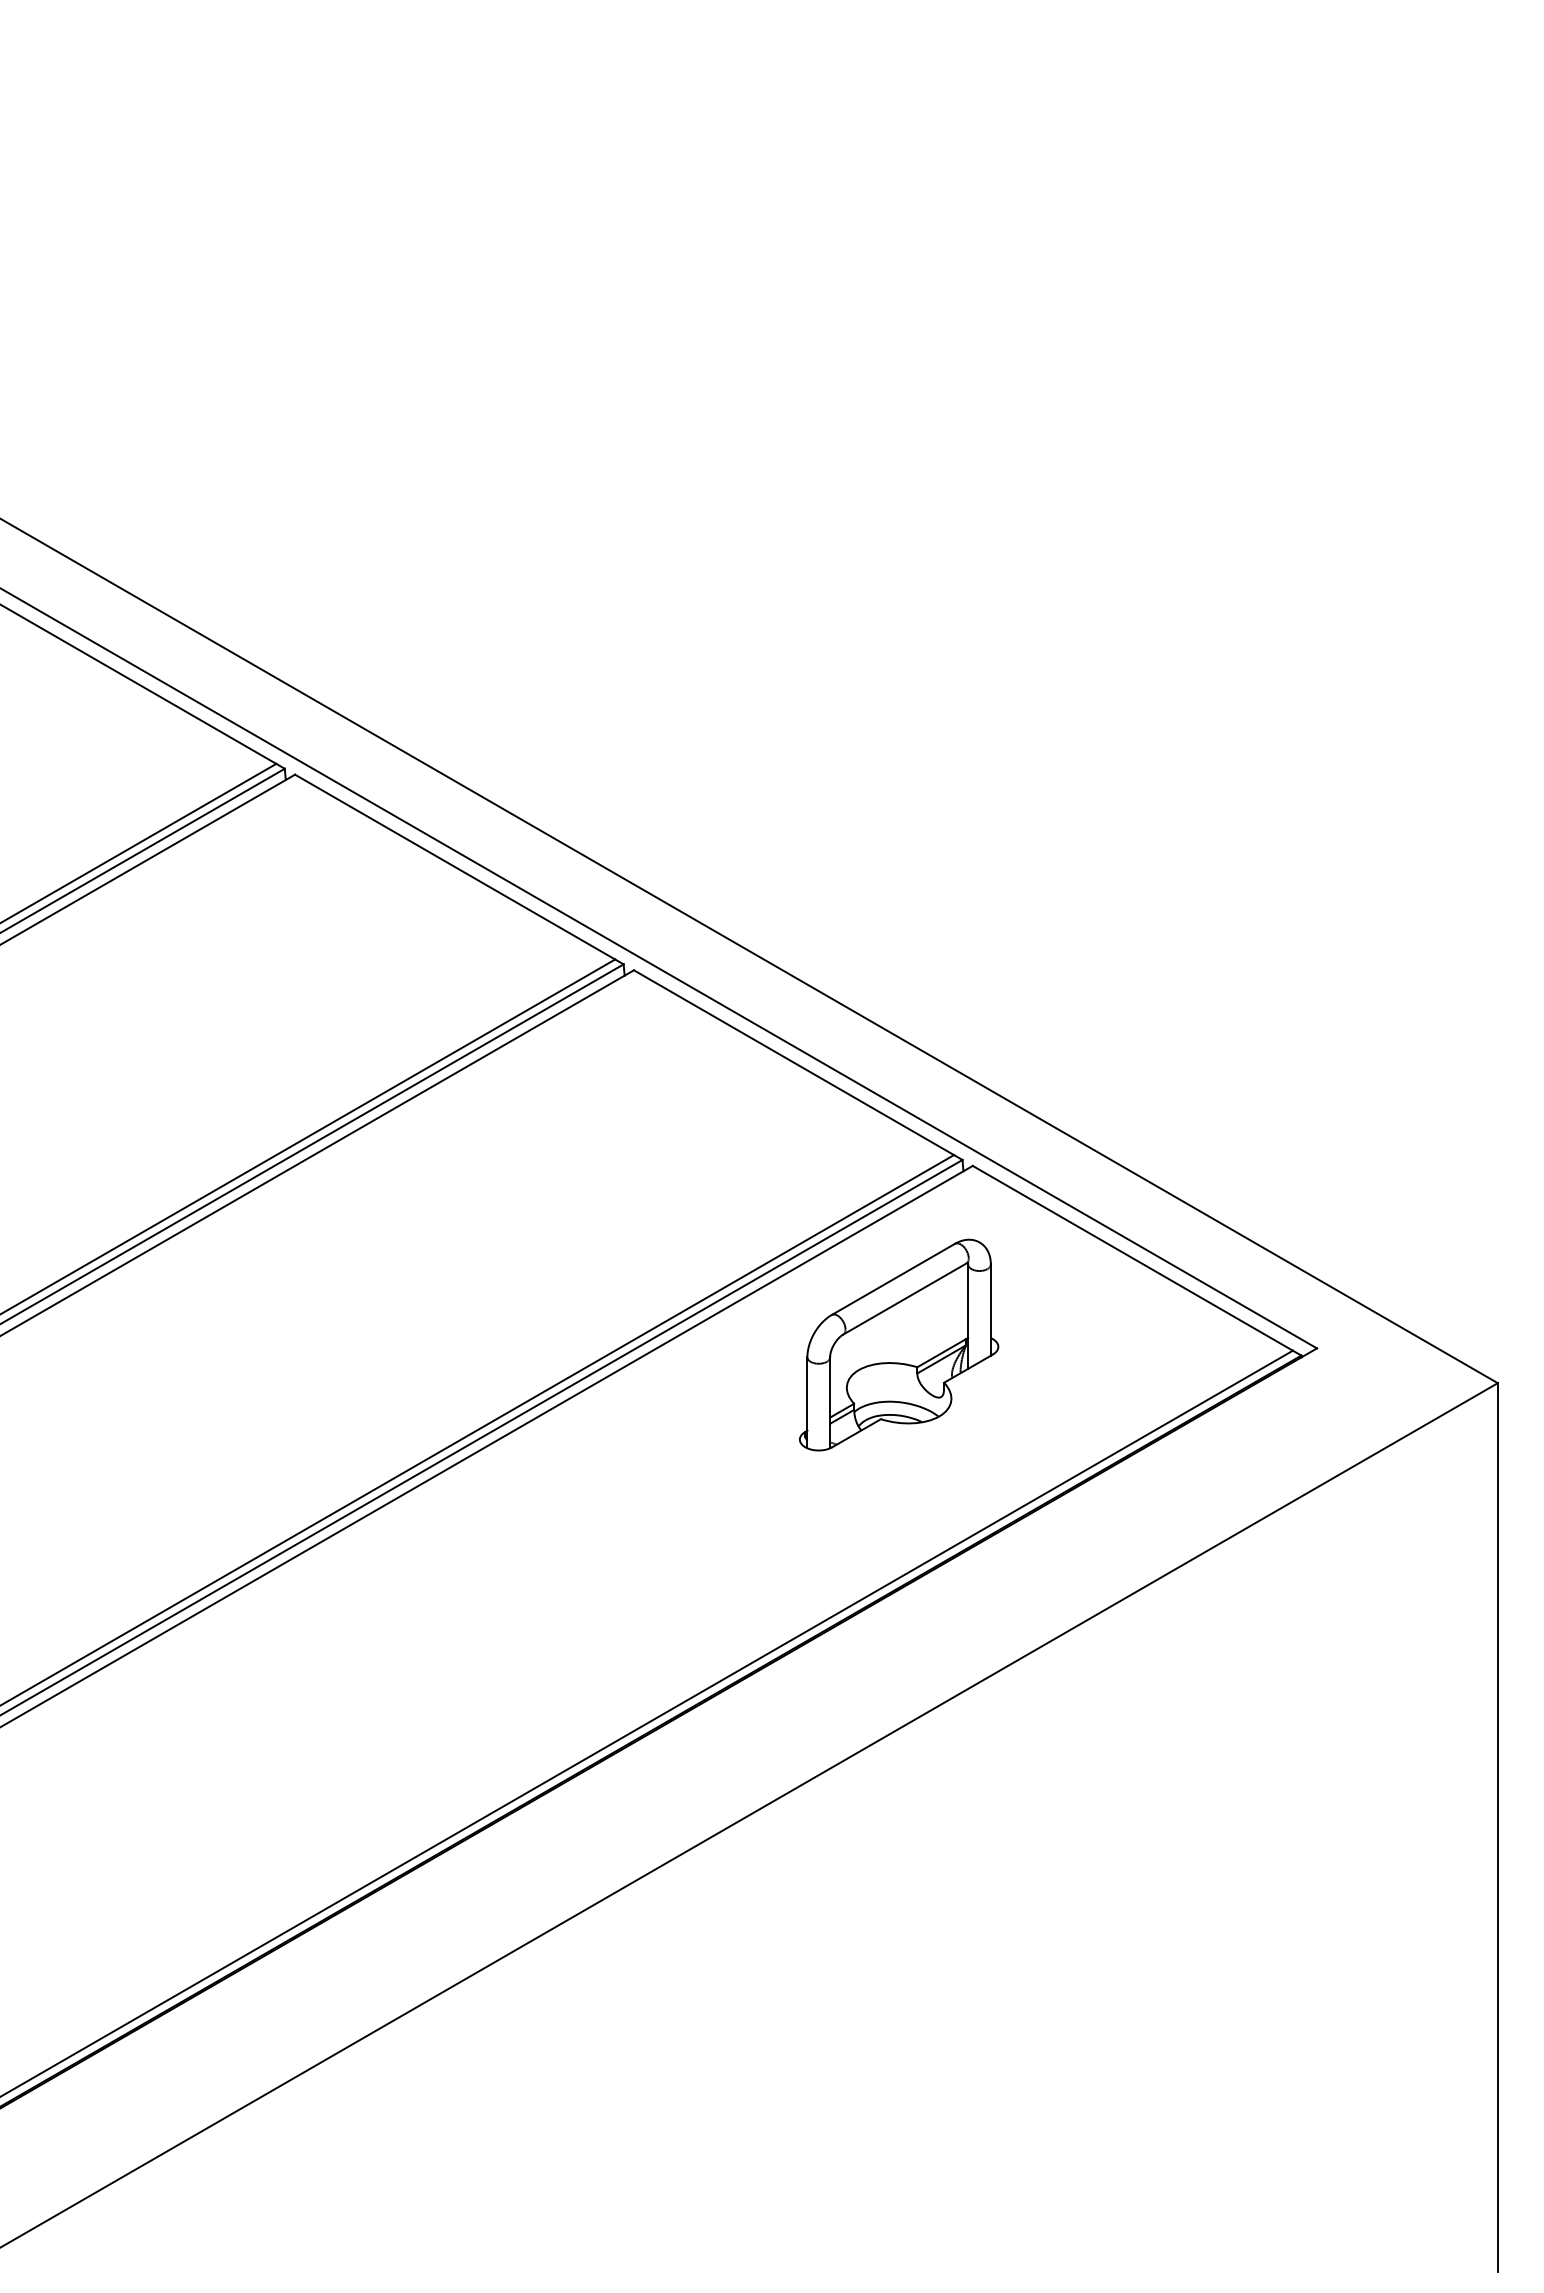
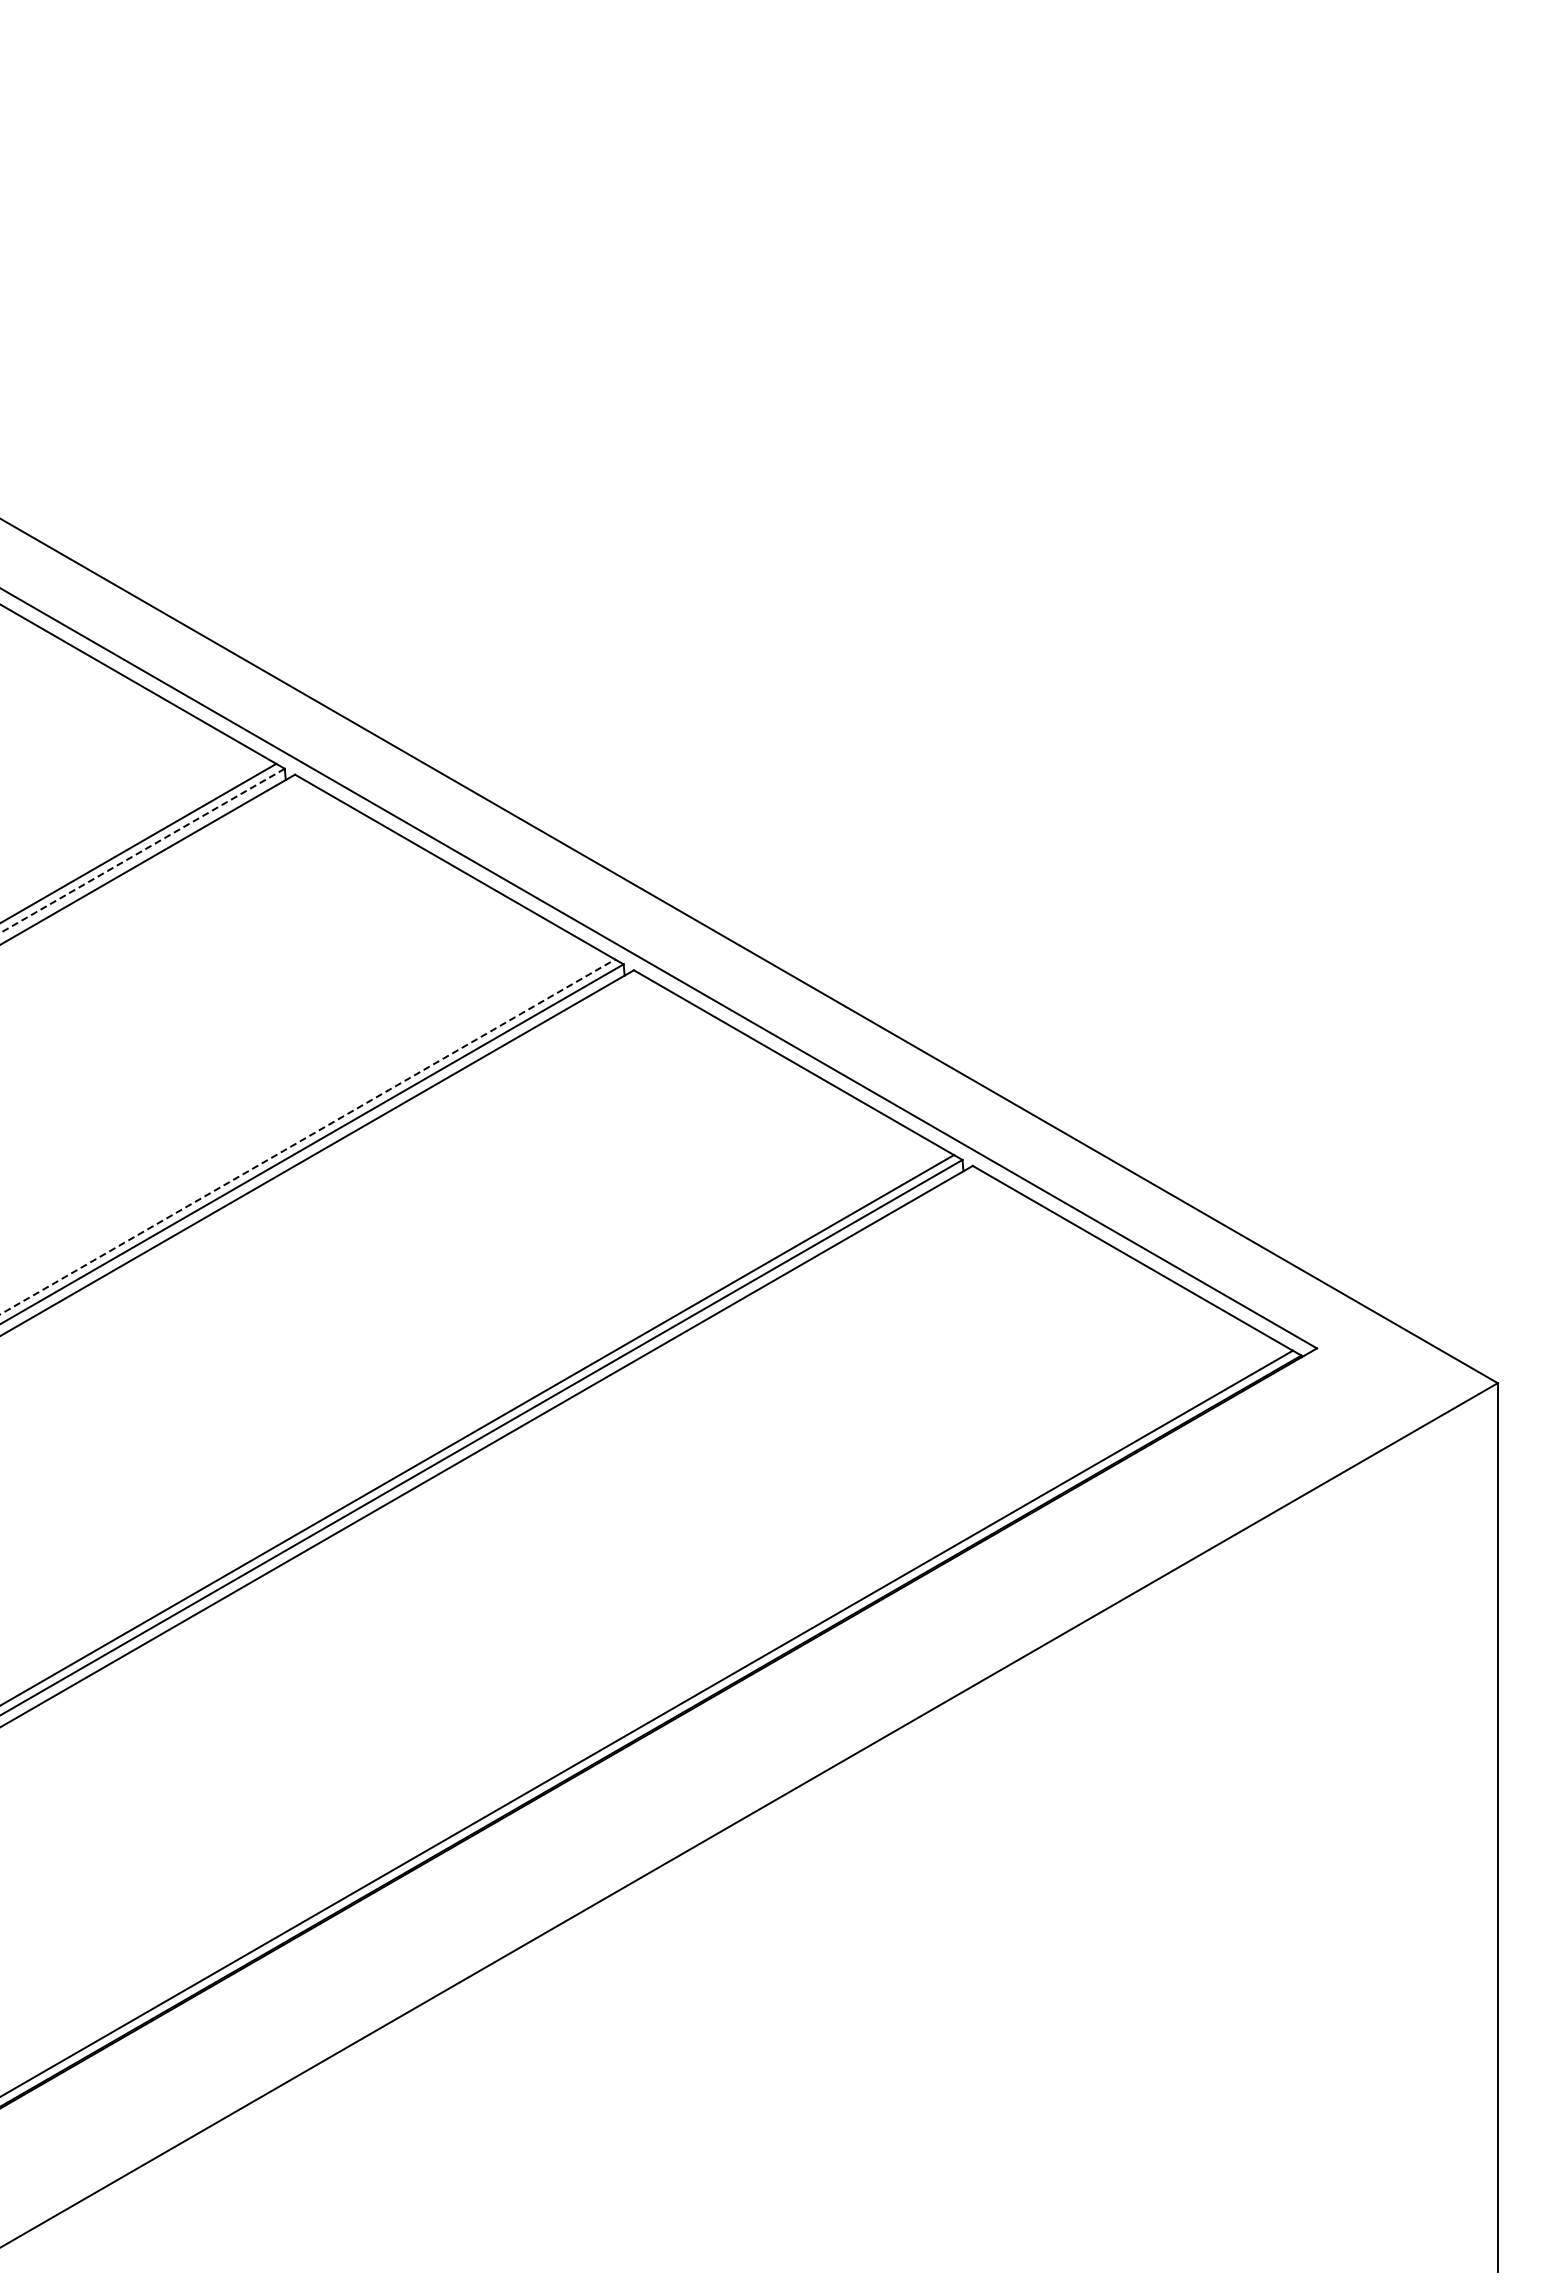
line at (142, 850): solid -> dashed
line at (307, 1136): solid -> dashed
part at (899, 1344): present -> none
